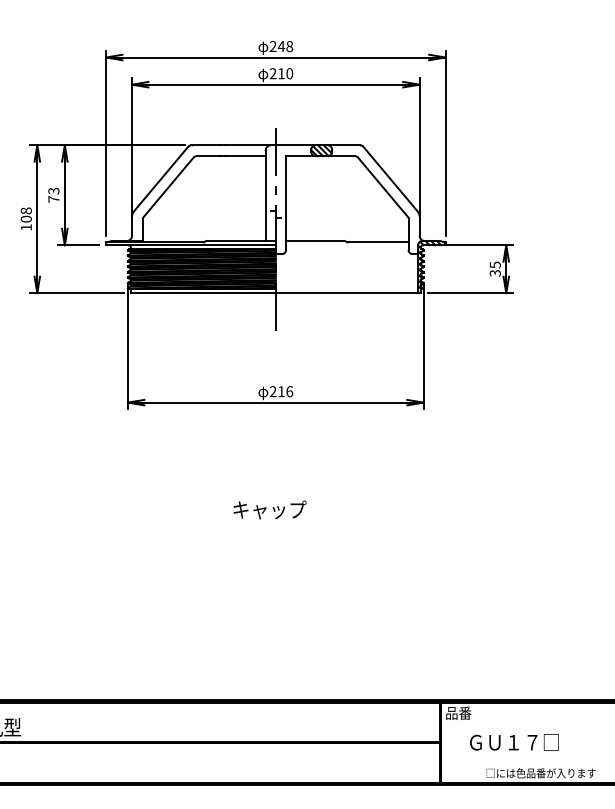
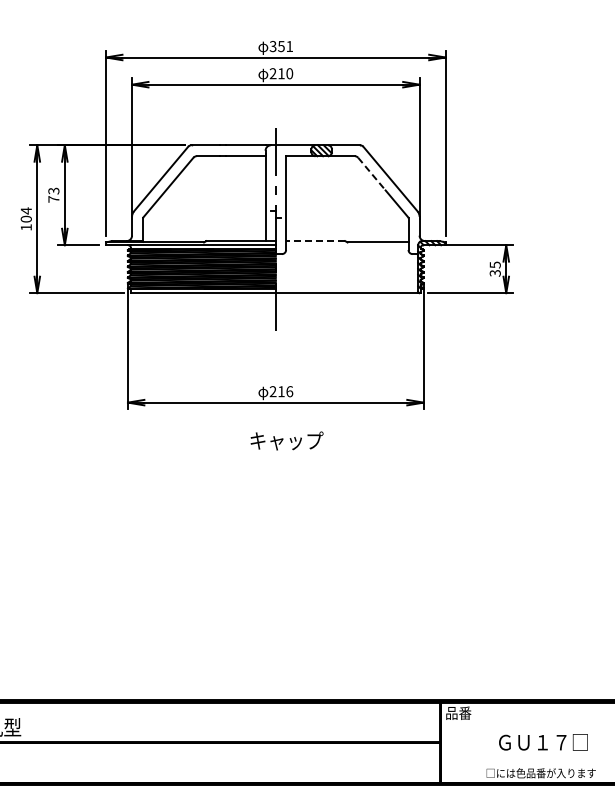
text at (281, 46): 248 -> 351
line at (372, 174): solid -> dashed
text at (25, 210): 108 -> 104
line at (315, 241): solid -> dashed
text at (269, 509) position: (269, 509) -> (286, 440)
text at (514, 742) position: (514, 742) -> (543, 742)
